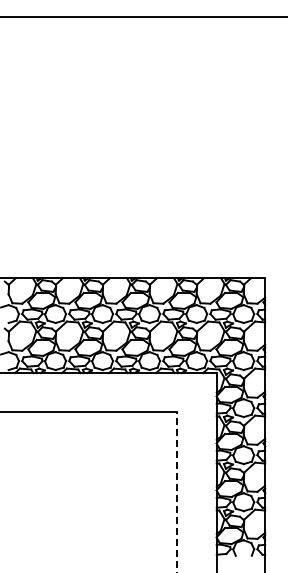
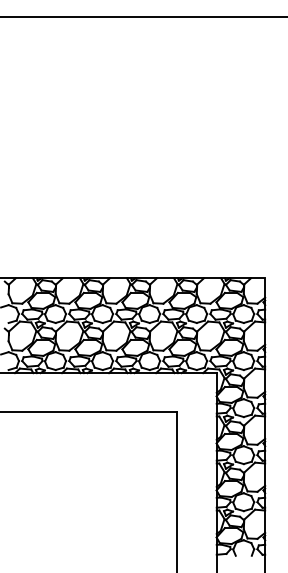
line at (177, 492): dashed -> solid
